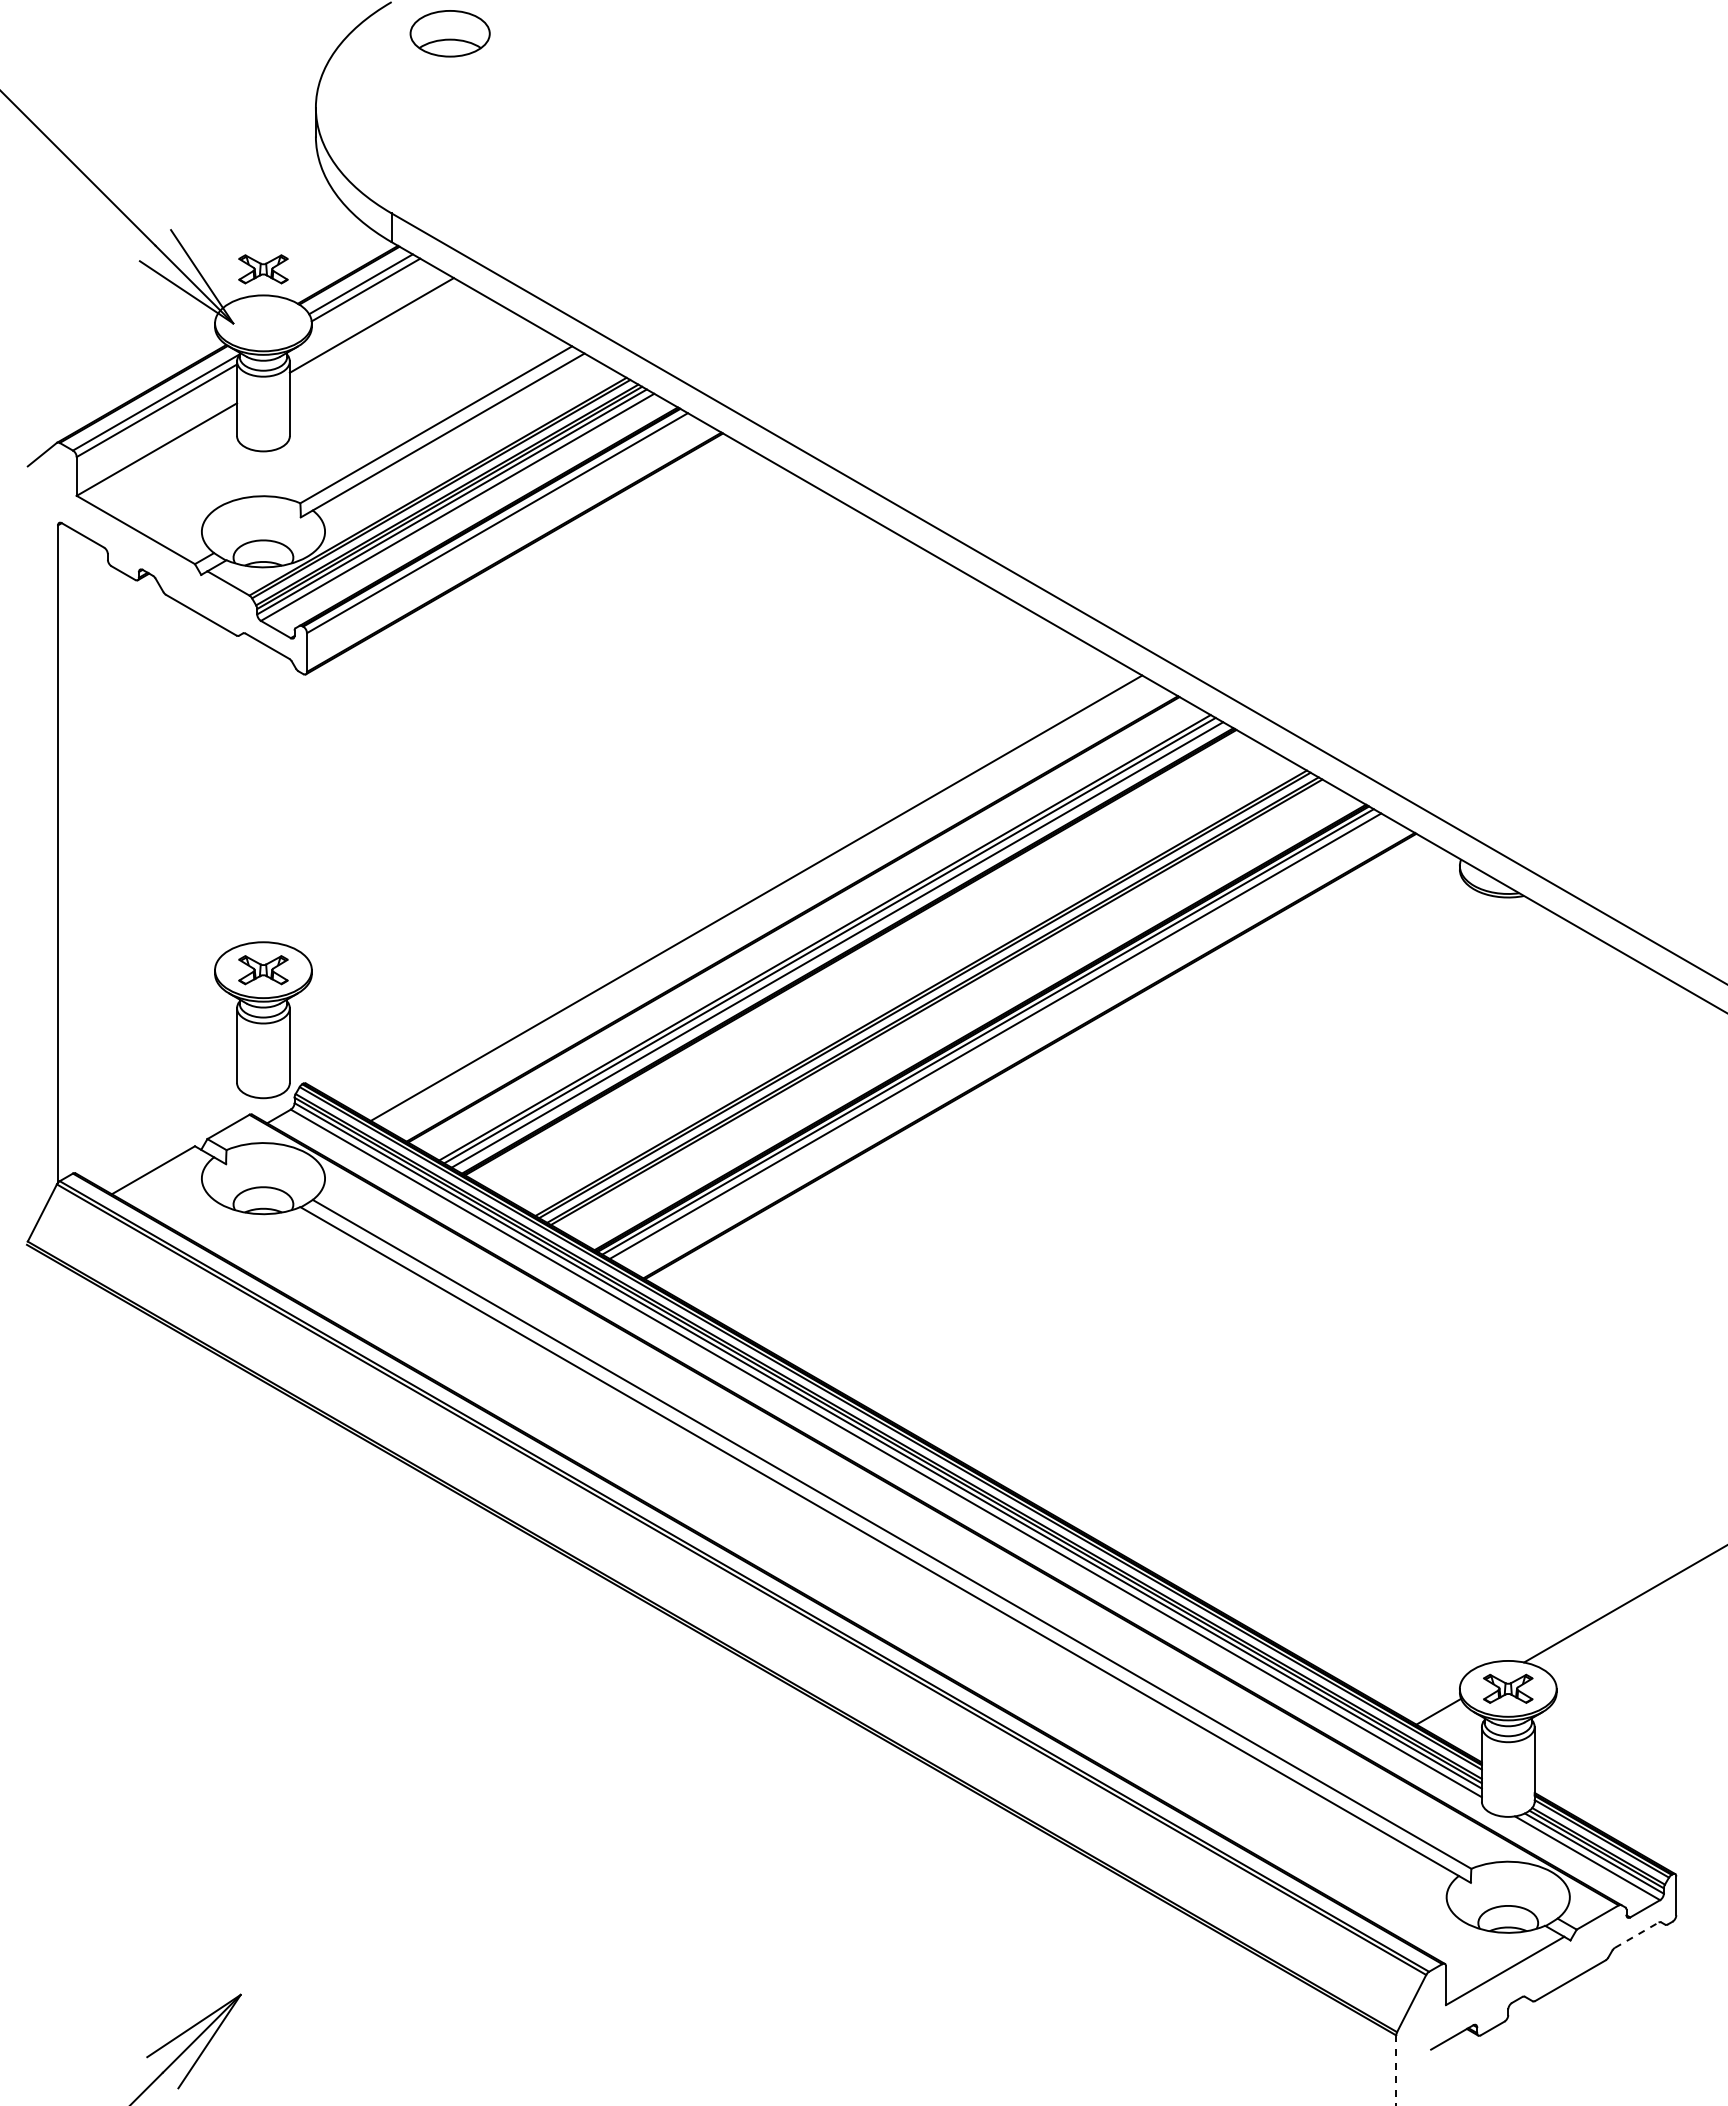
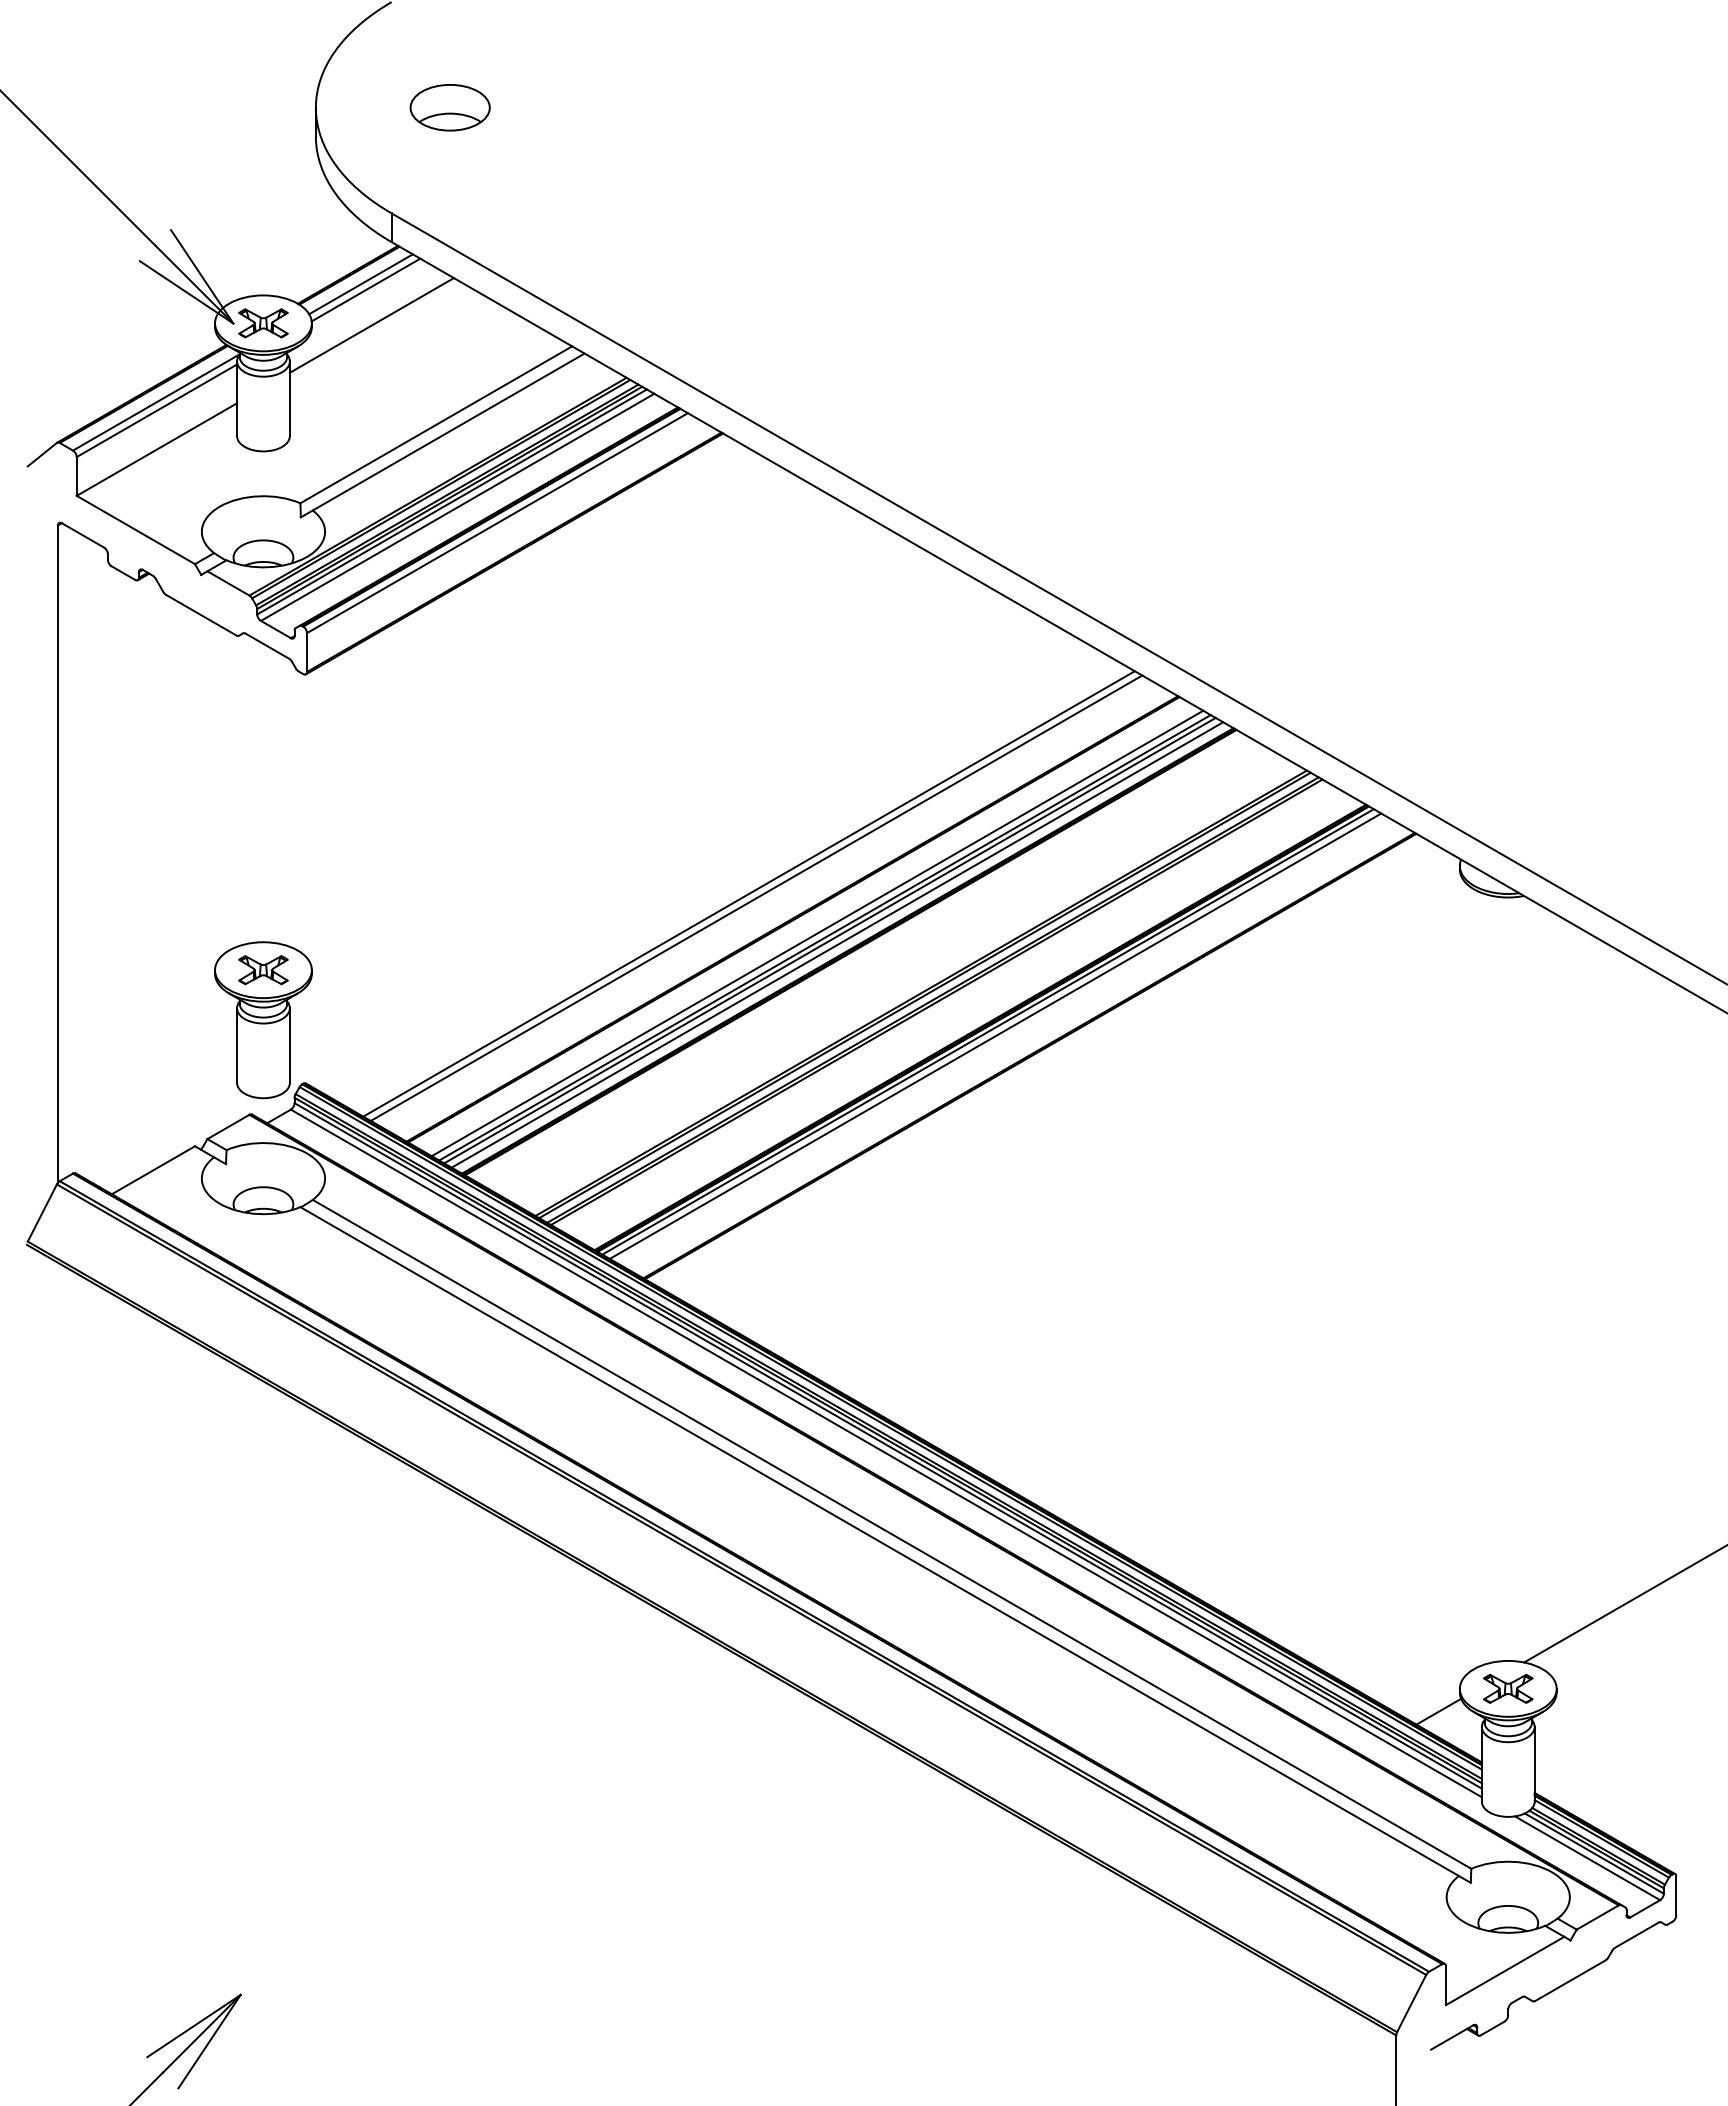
part at (449, 33) position: (449, 33) -> (449, 107)
part at (263, 269) position: (263, 269) -> (263, 323)
line at (748, 893): none -> present
line at (817, 933): none -> present
line at (1637, 1934): dashed -> solid
line at (1396, 2070): dashed -> solid
